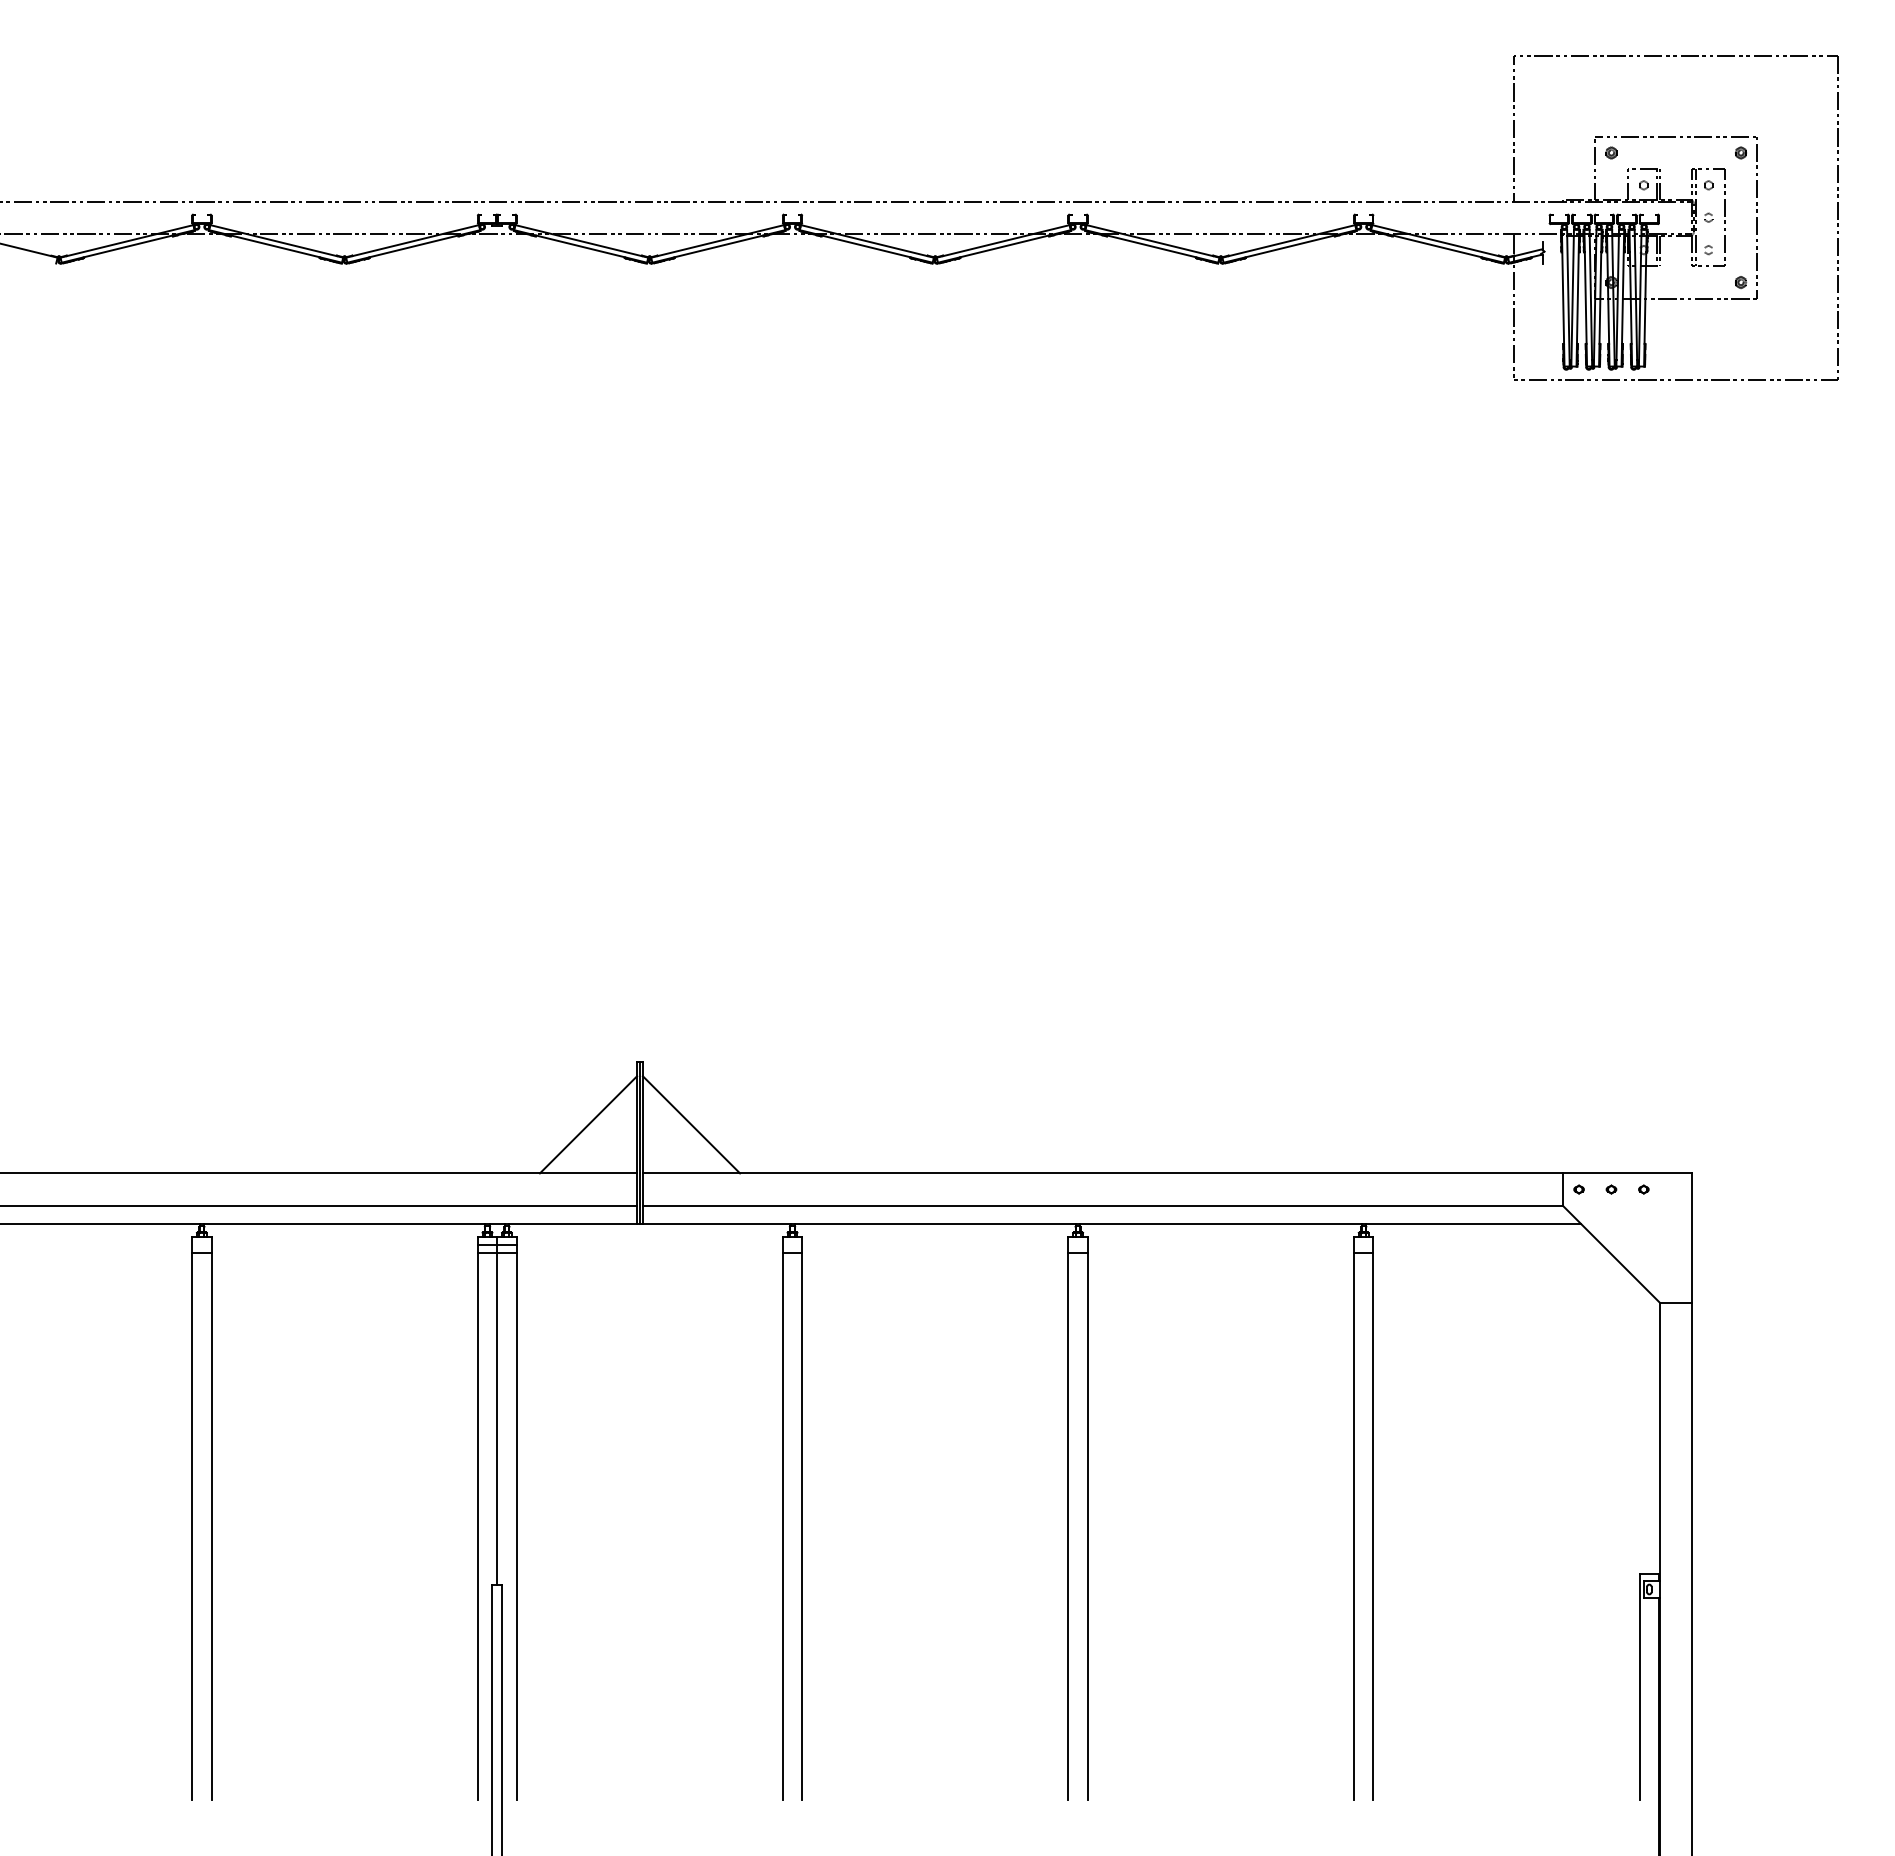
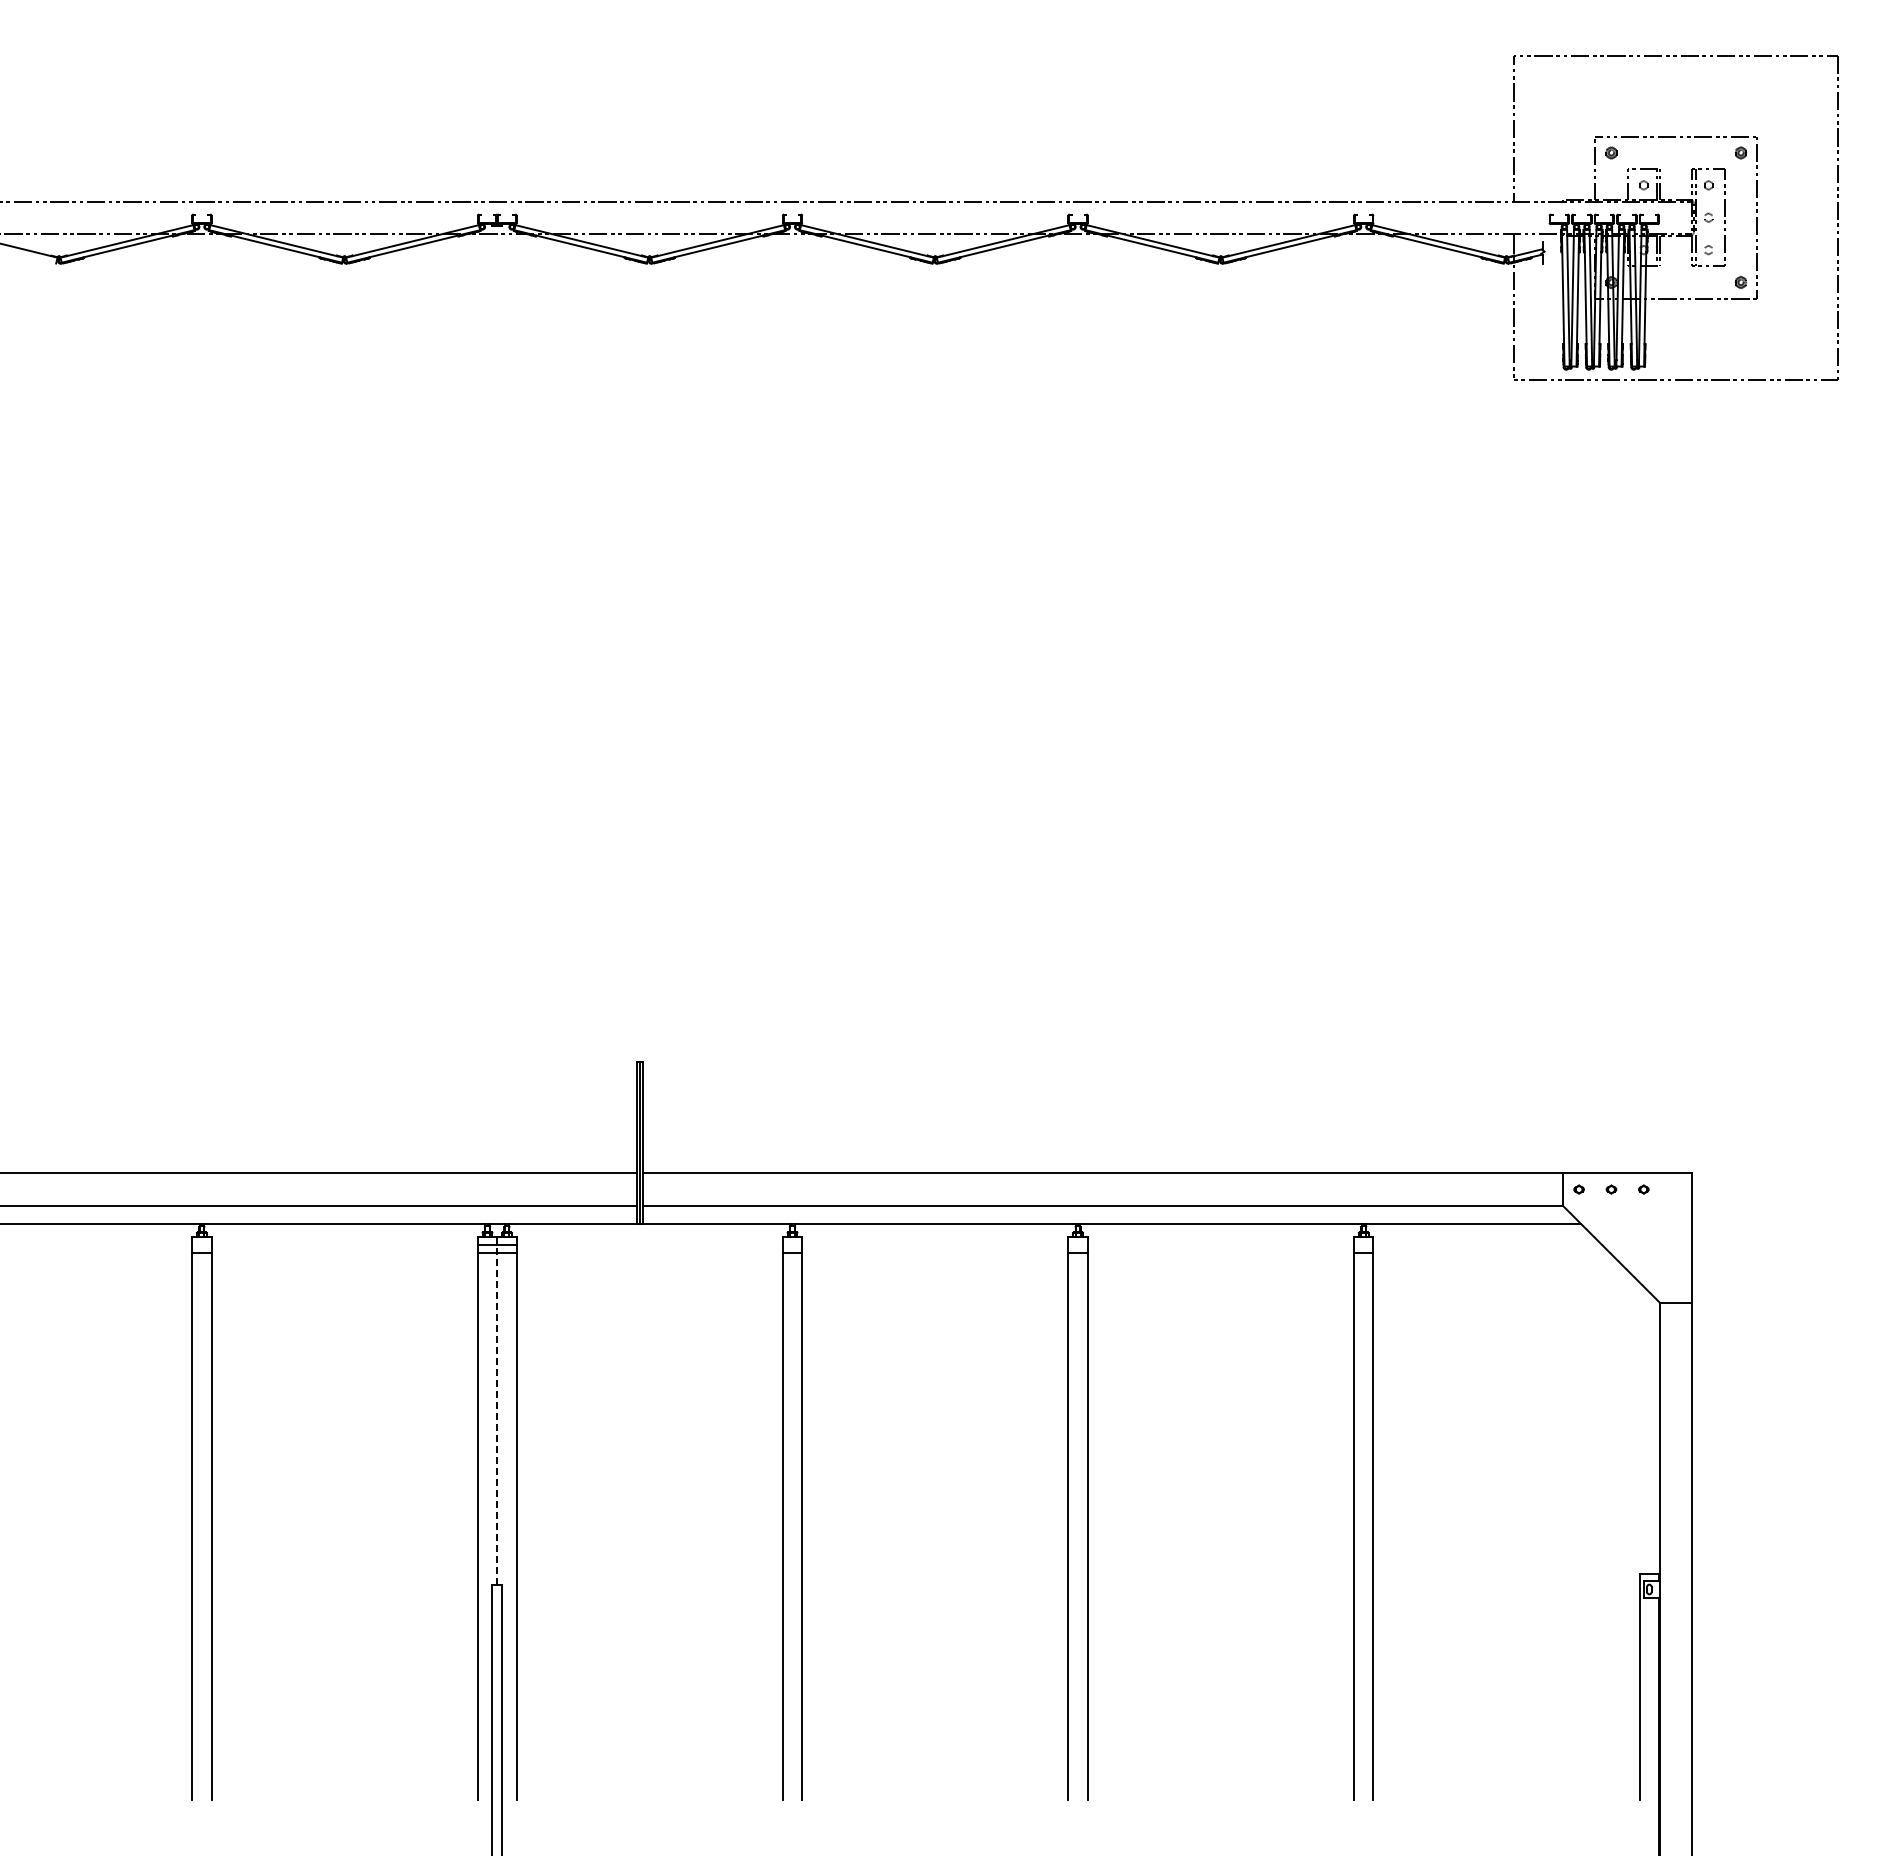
line at (588, 1124): present -> none
line at (691, 1124): present -> none
line at (497, 1411): solid -> dashed
